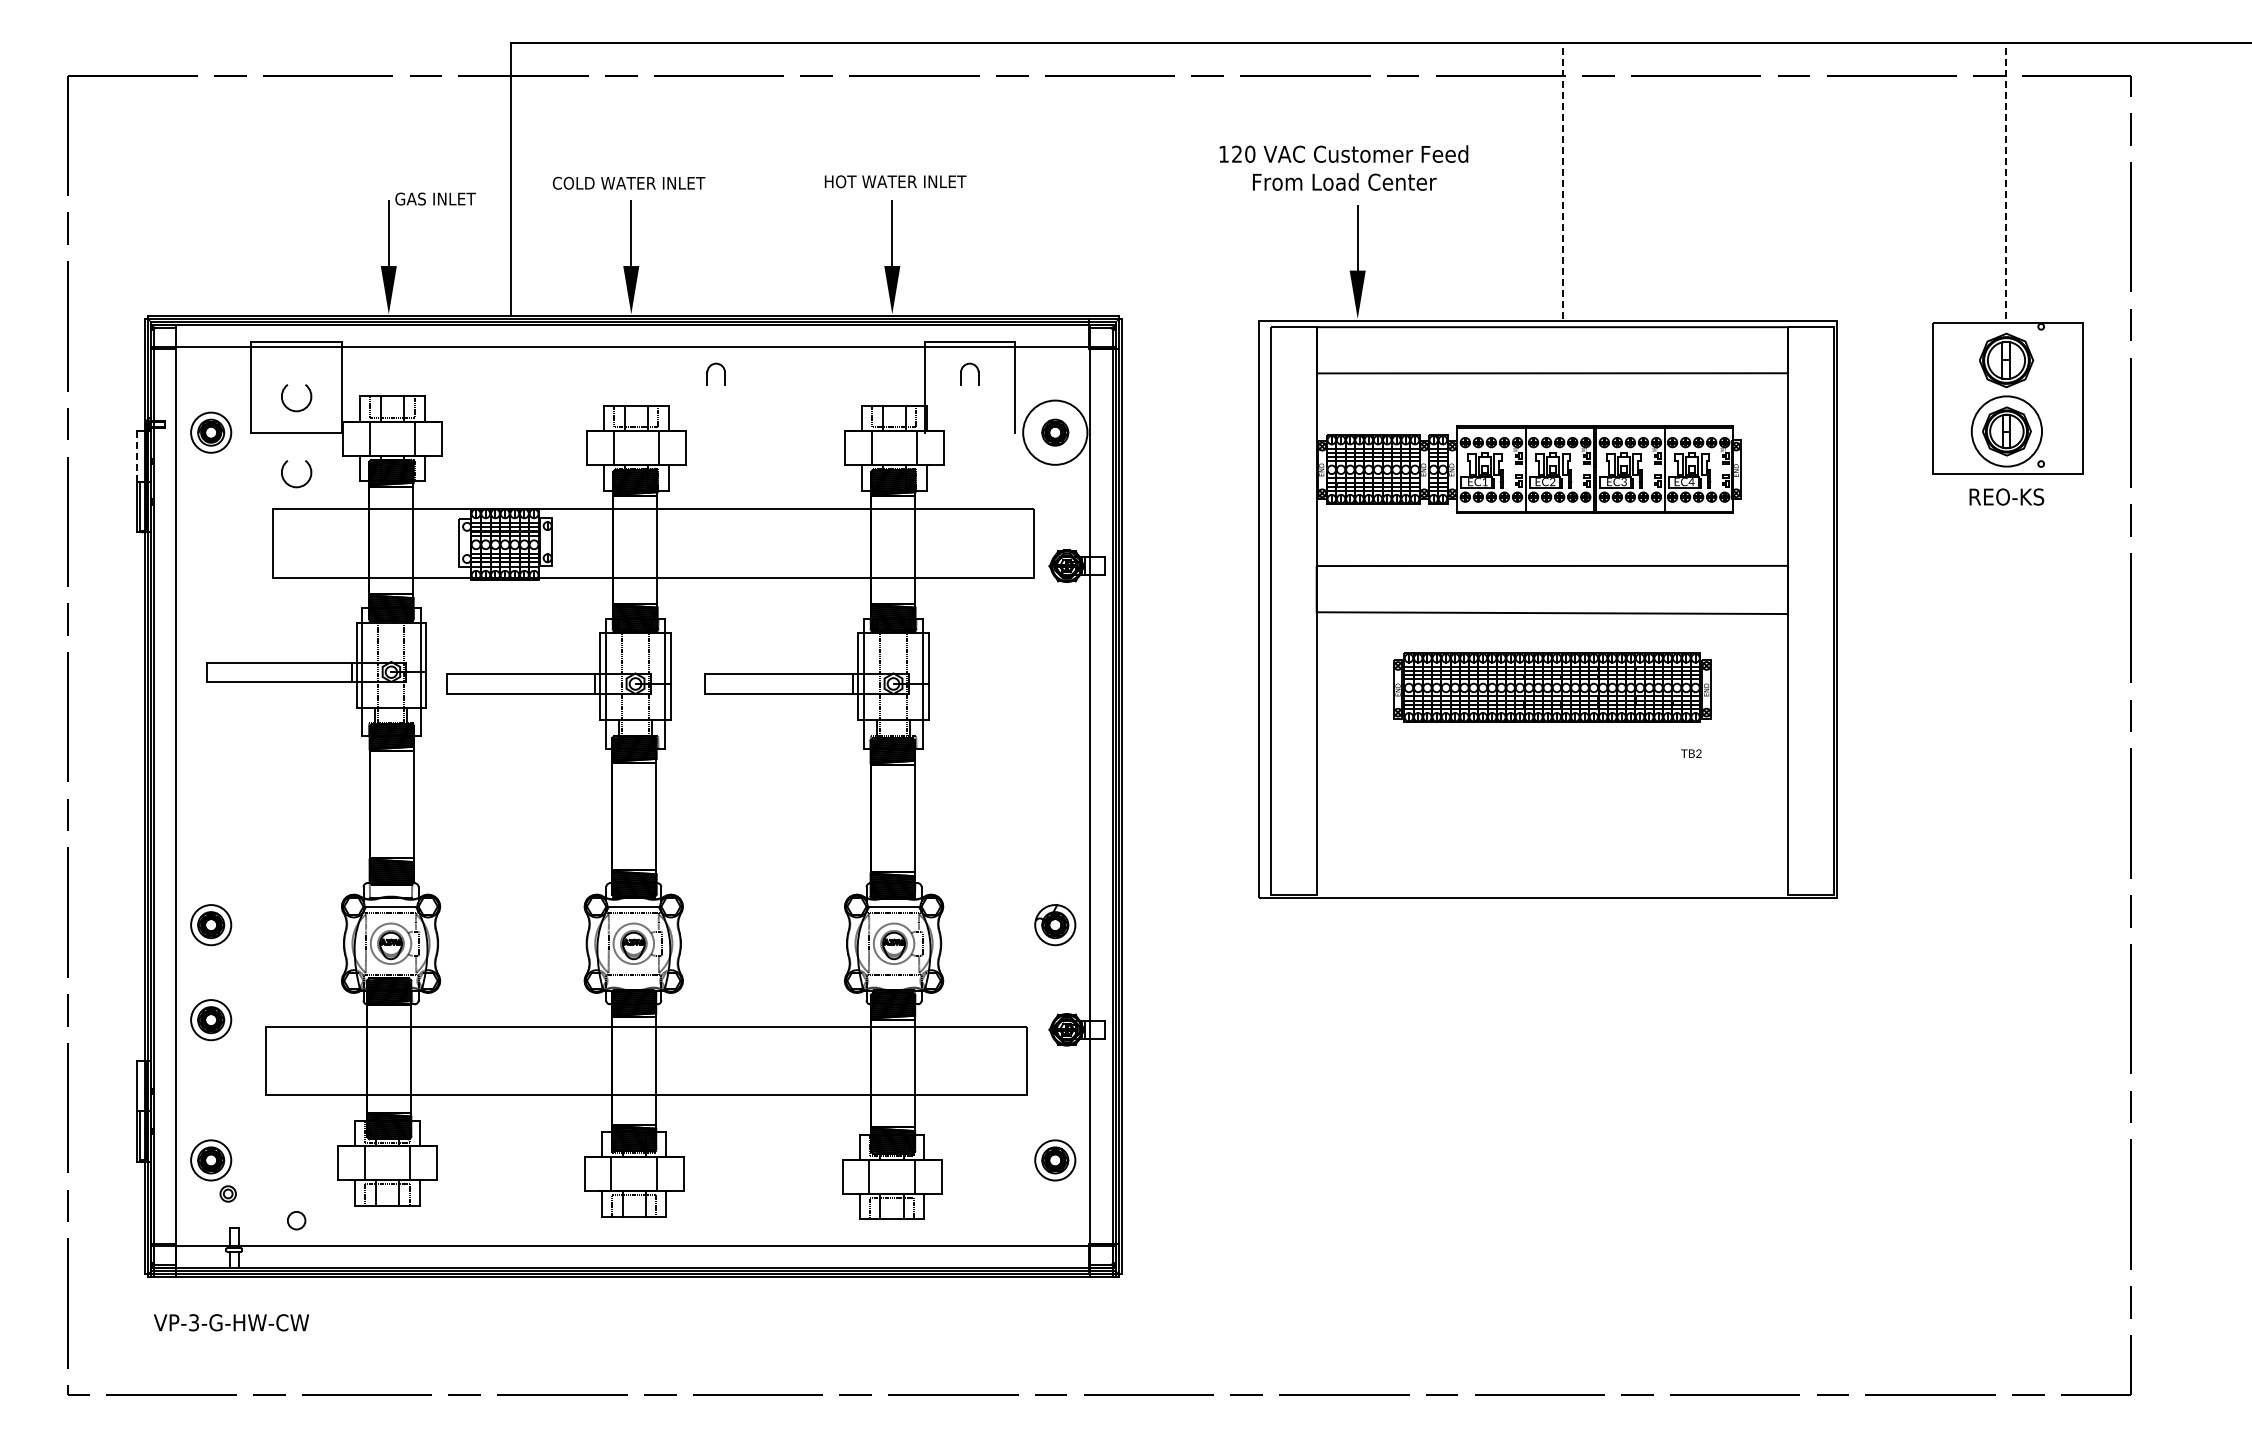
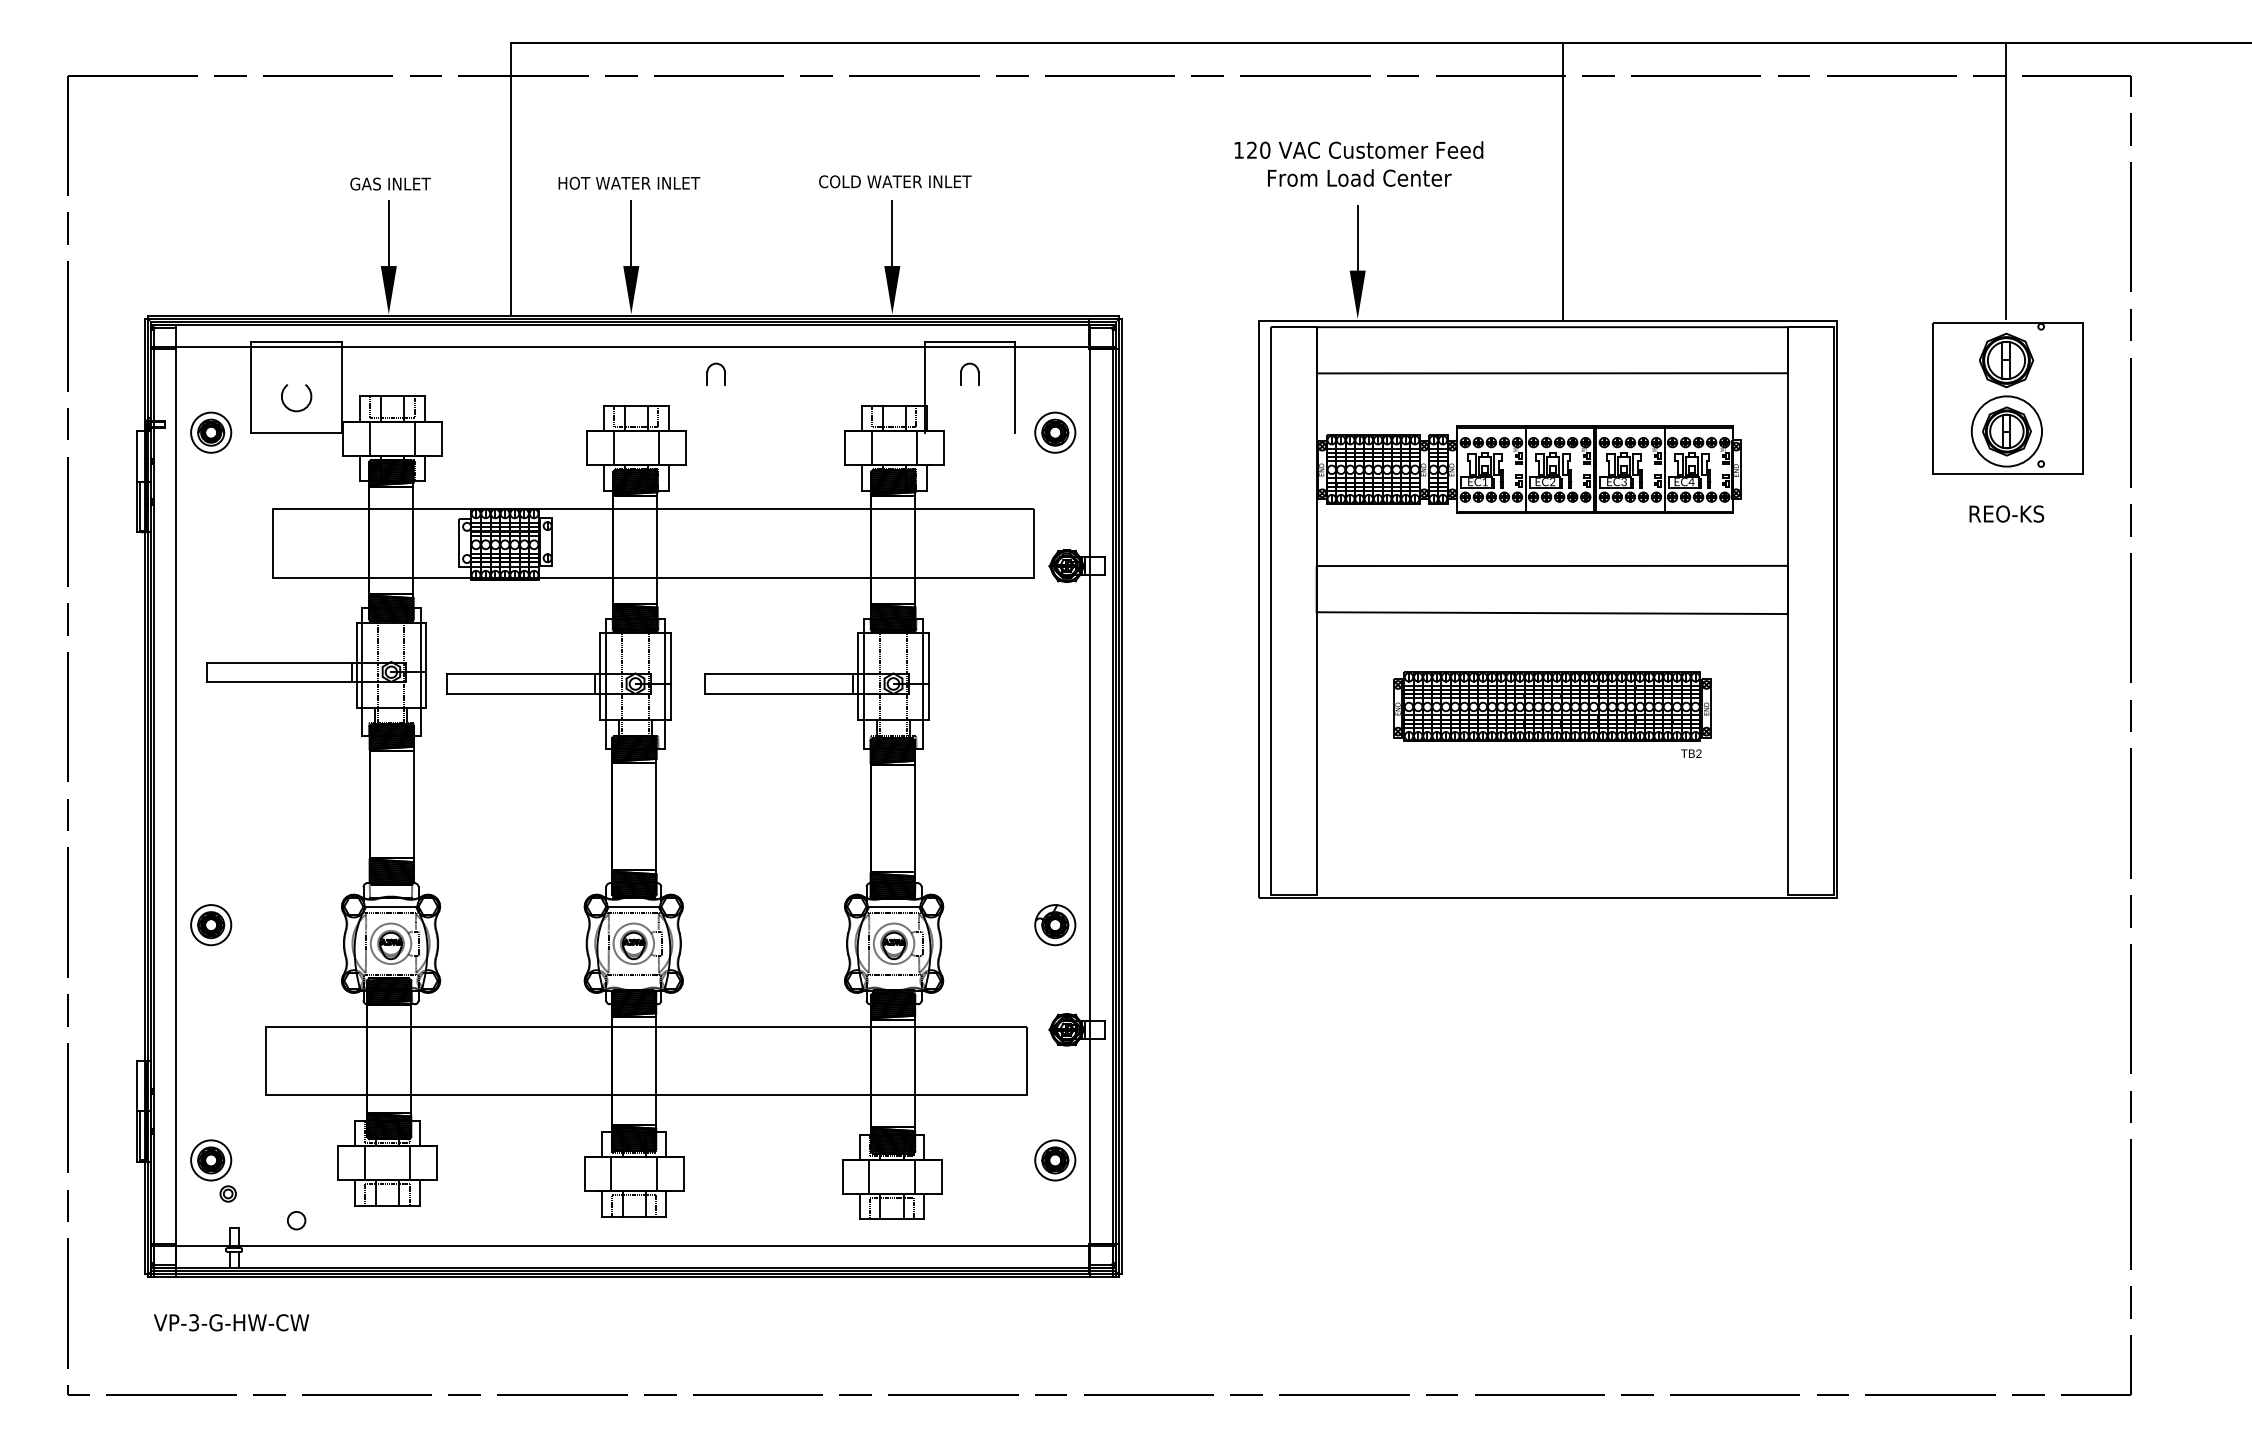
text at (1343, 167) position: (1343, 167) -> (1358, 163)
line at (1562, 180): dashed -> solid
line at (2006, 180): dashed -> solid
text at (895, 181): HOT WATER INLET -> COLD WATER INLET
text at (628, 182): COLD WATER INLET -> HOT WATER INLET
text at (435, 198) position: (435, 198) -> (390, 183)
circle at (1055, 432) diameter: 64 px -> 40 px
line at (137, 457): dashed -> solid
arc at (292, 485): present -> none
text at (2006, 496) position: (2006, 496) -> (2006, 513)
part at (1552, 687) position: (1552, 687) -> (1552, 706)
part at (211, 1020): present -> none
